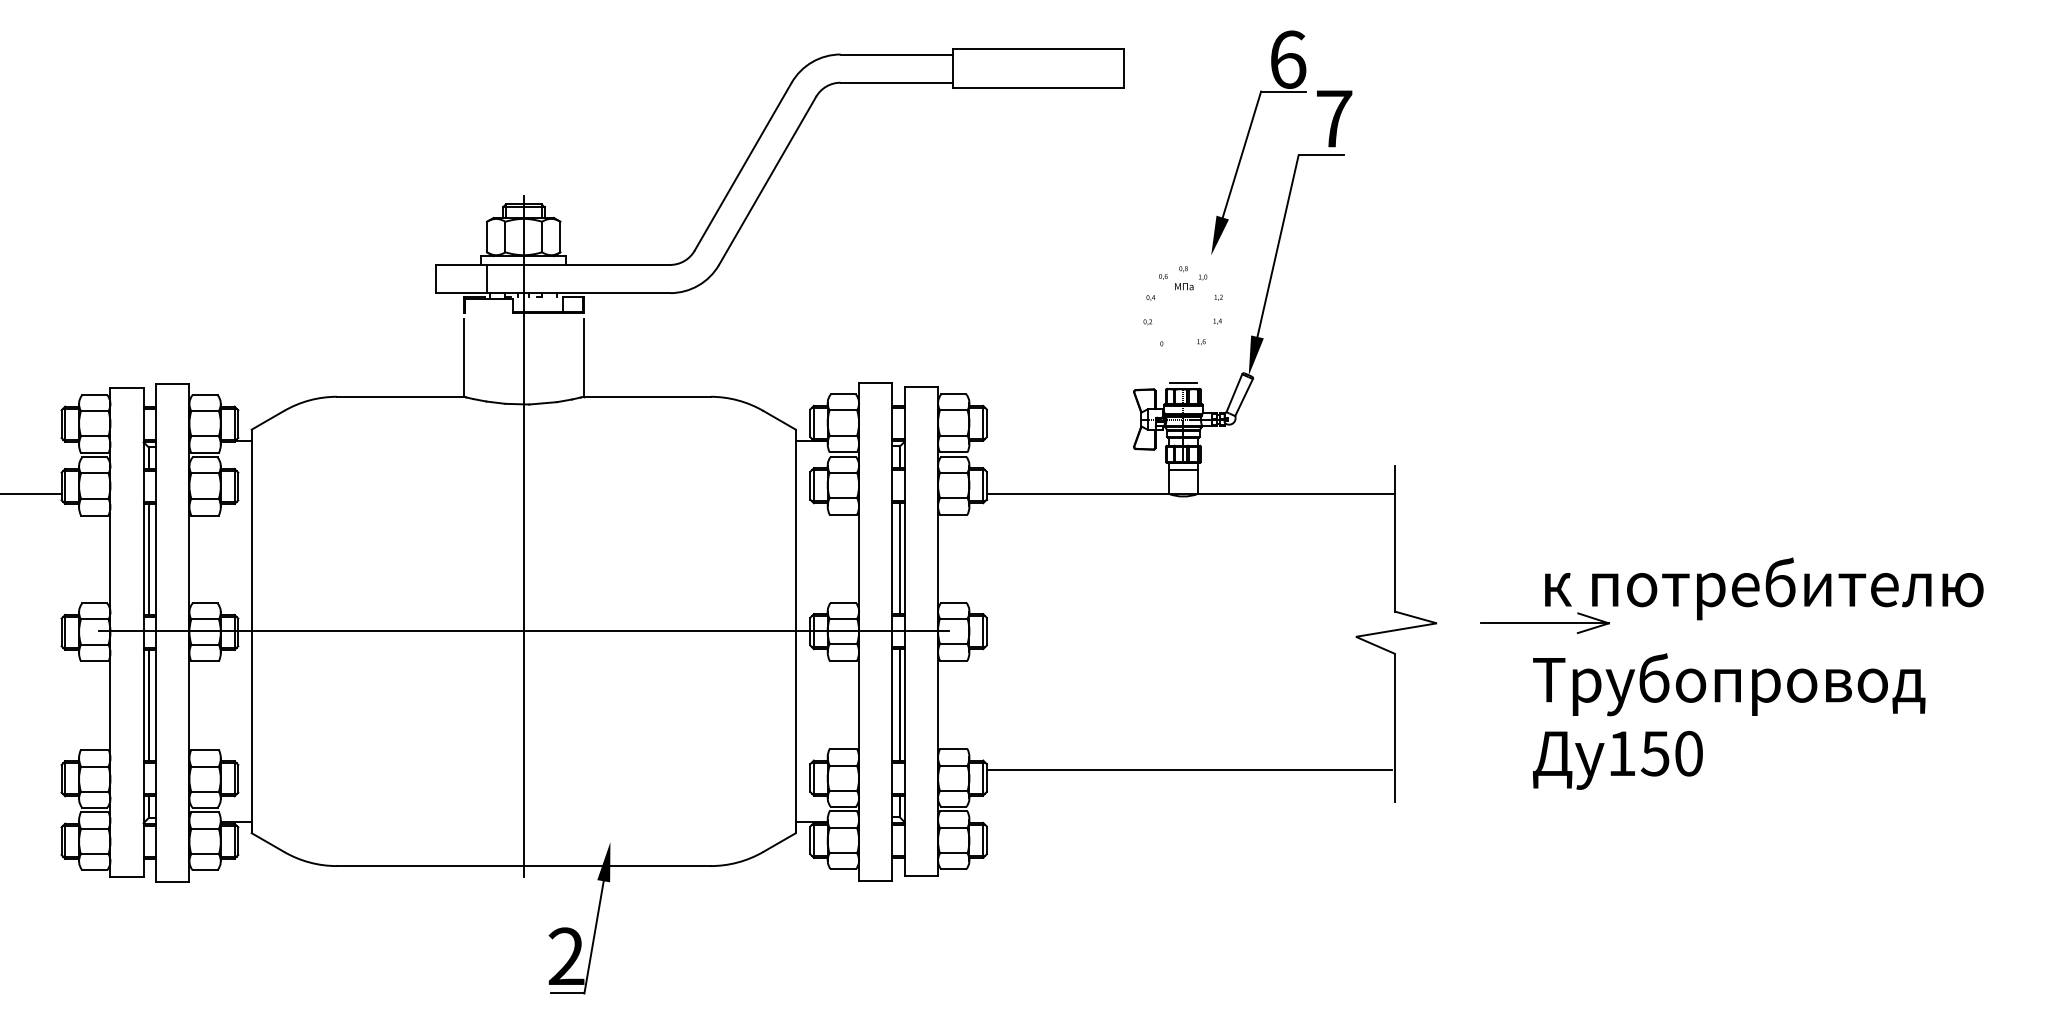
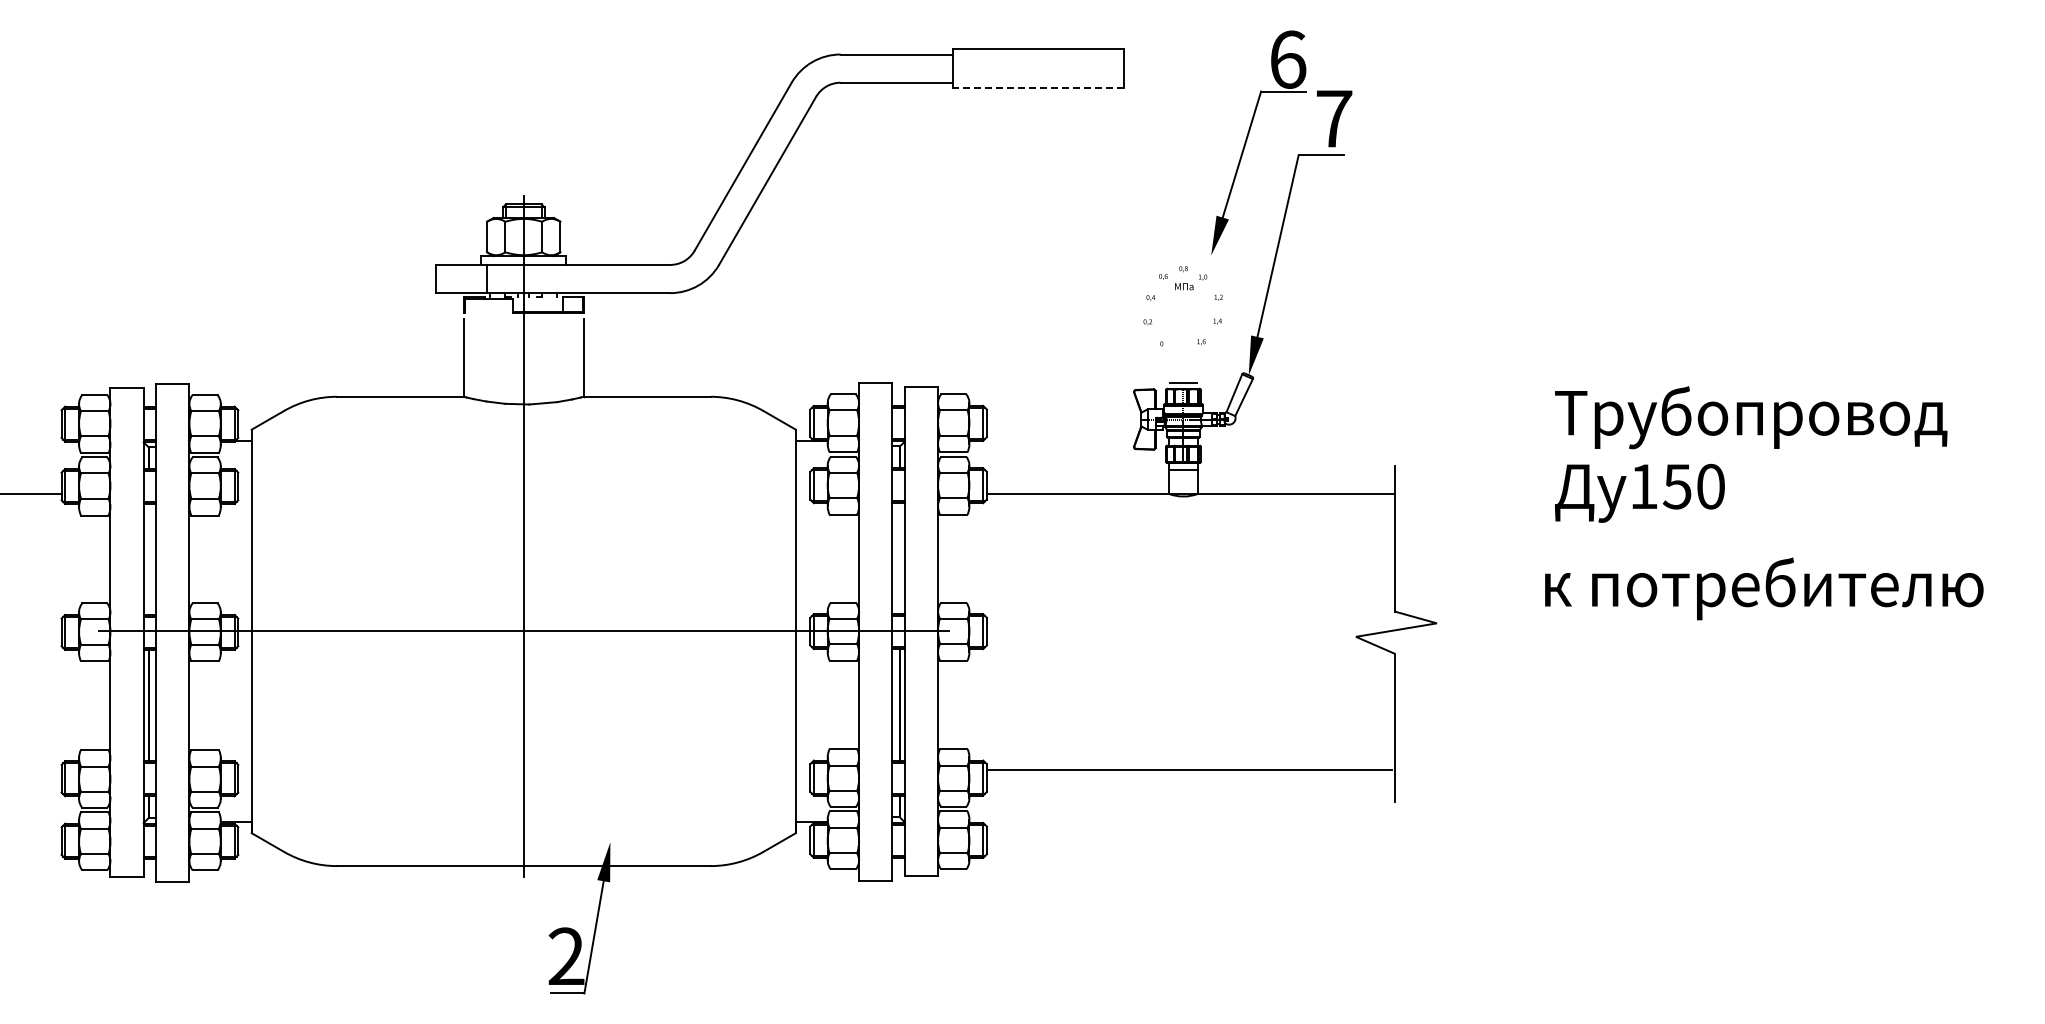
line at (1038, 88): solid -> dashed
line at (148, 558): present -> none
line at (899, 558): present -> none
part at (1544, 623): present -> none
text at (1729, 721) position: (1729, 721) -> (1751, 454)
